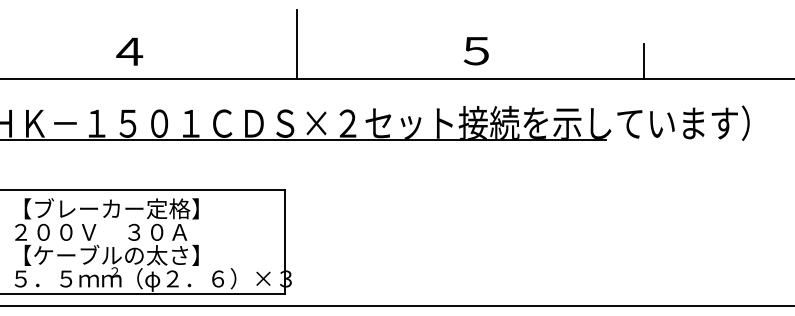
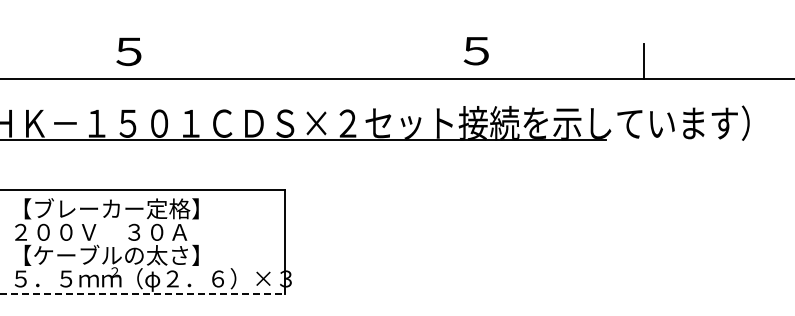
line at (297, 44): present -> none
text at (129, 51): ４ -> ５
line at (143, 294): solid -> dashed
line at (396, 306): present -> none
